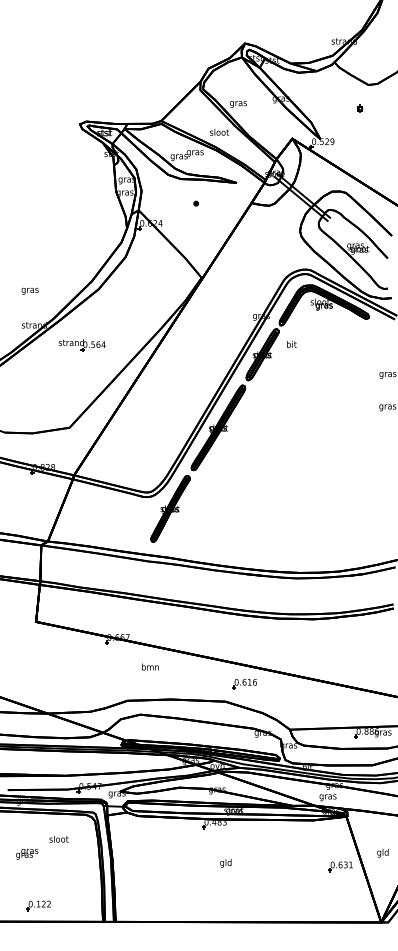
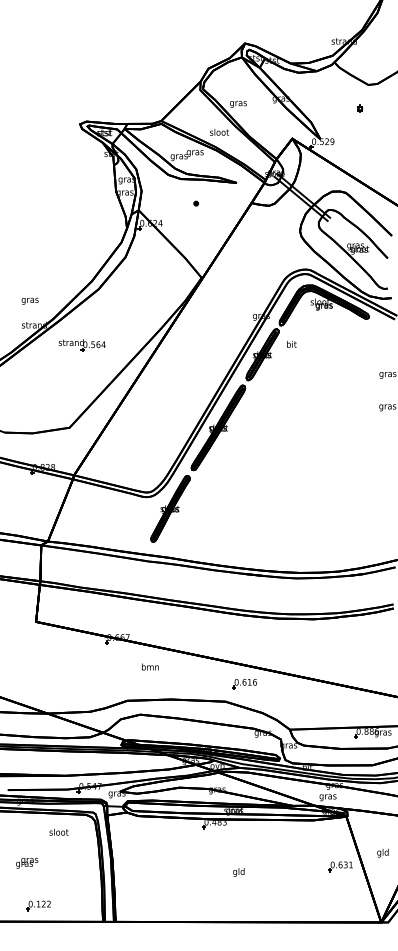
text at (29, 290) position: (29, 290) -> (29, 300)
text at (58, 838) position: (58, 838) -> (58, 831)
text at (27, 854) position: (27, 854) -> (27, 863)
text at (225, 863) position: (225, 863) -> (238, 872)
